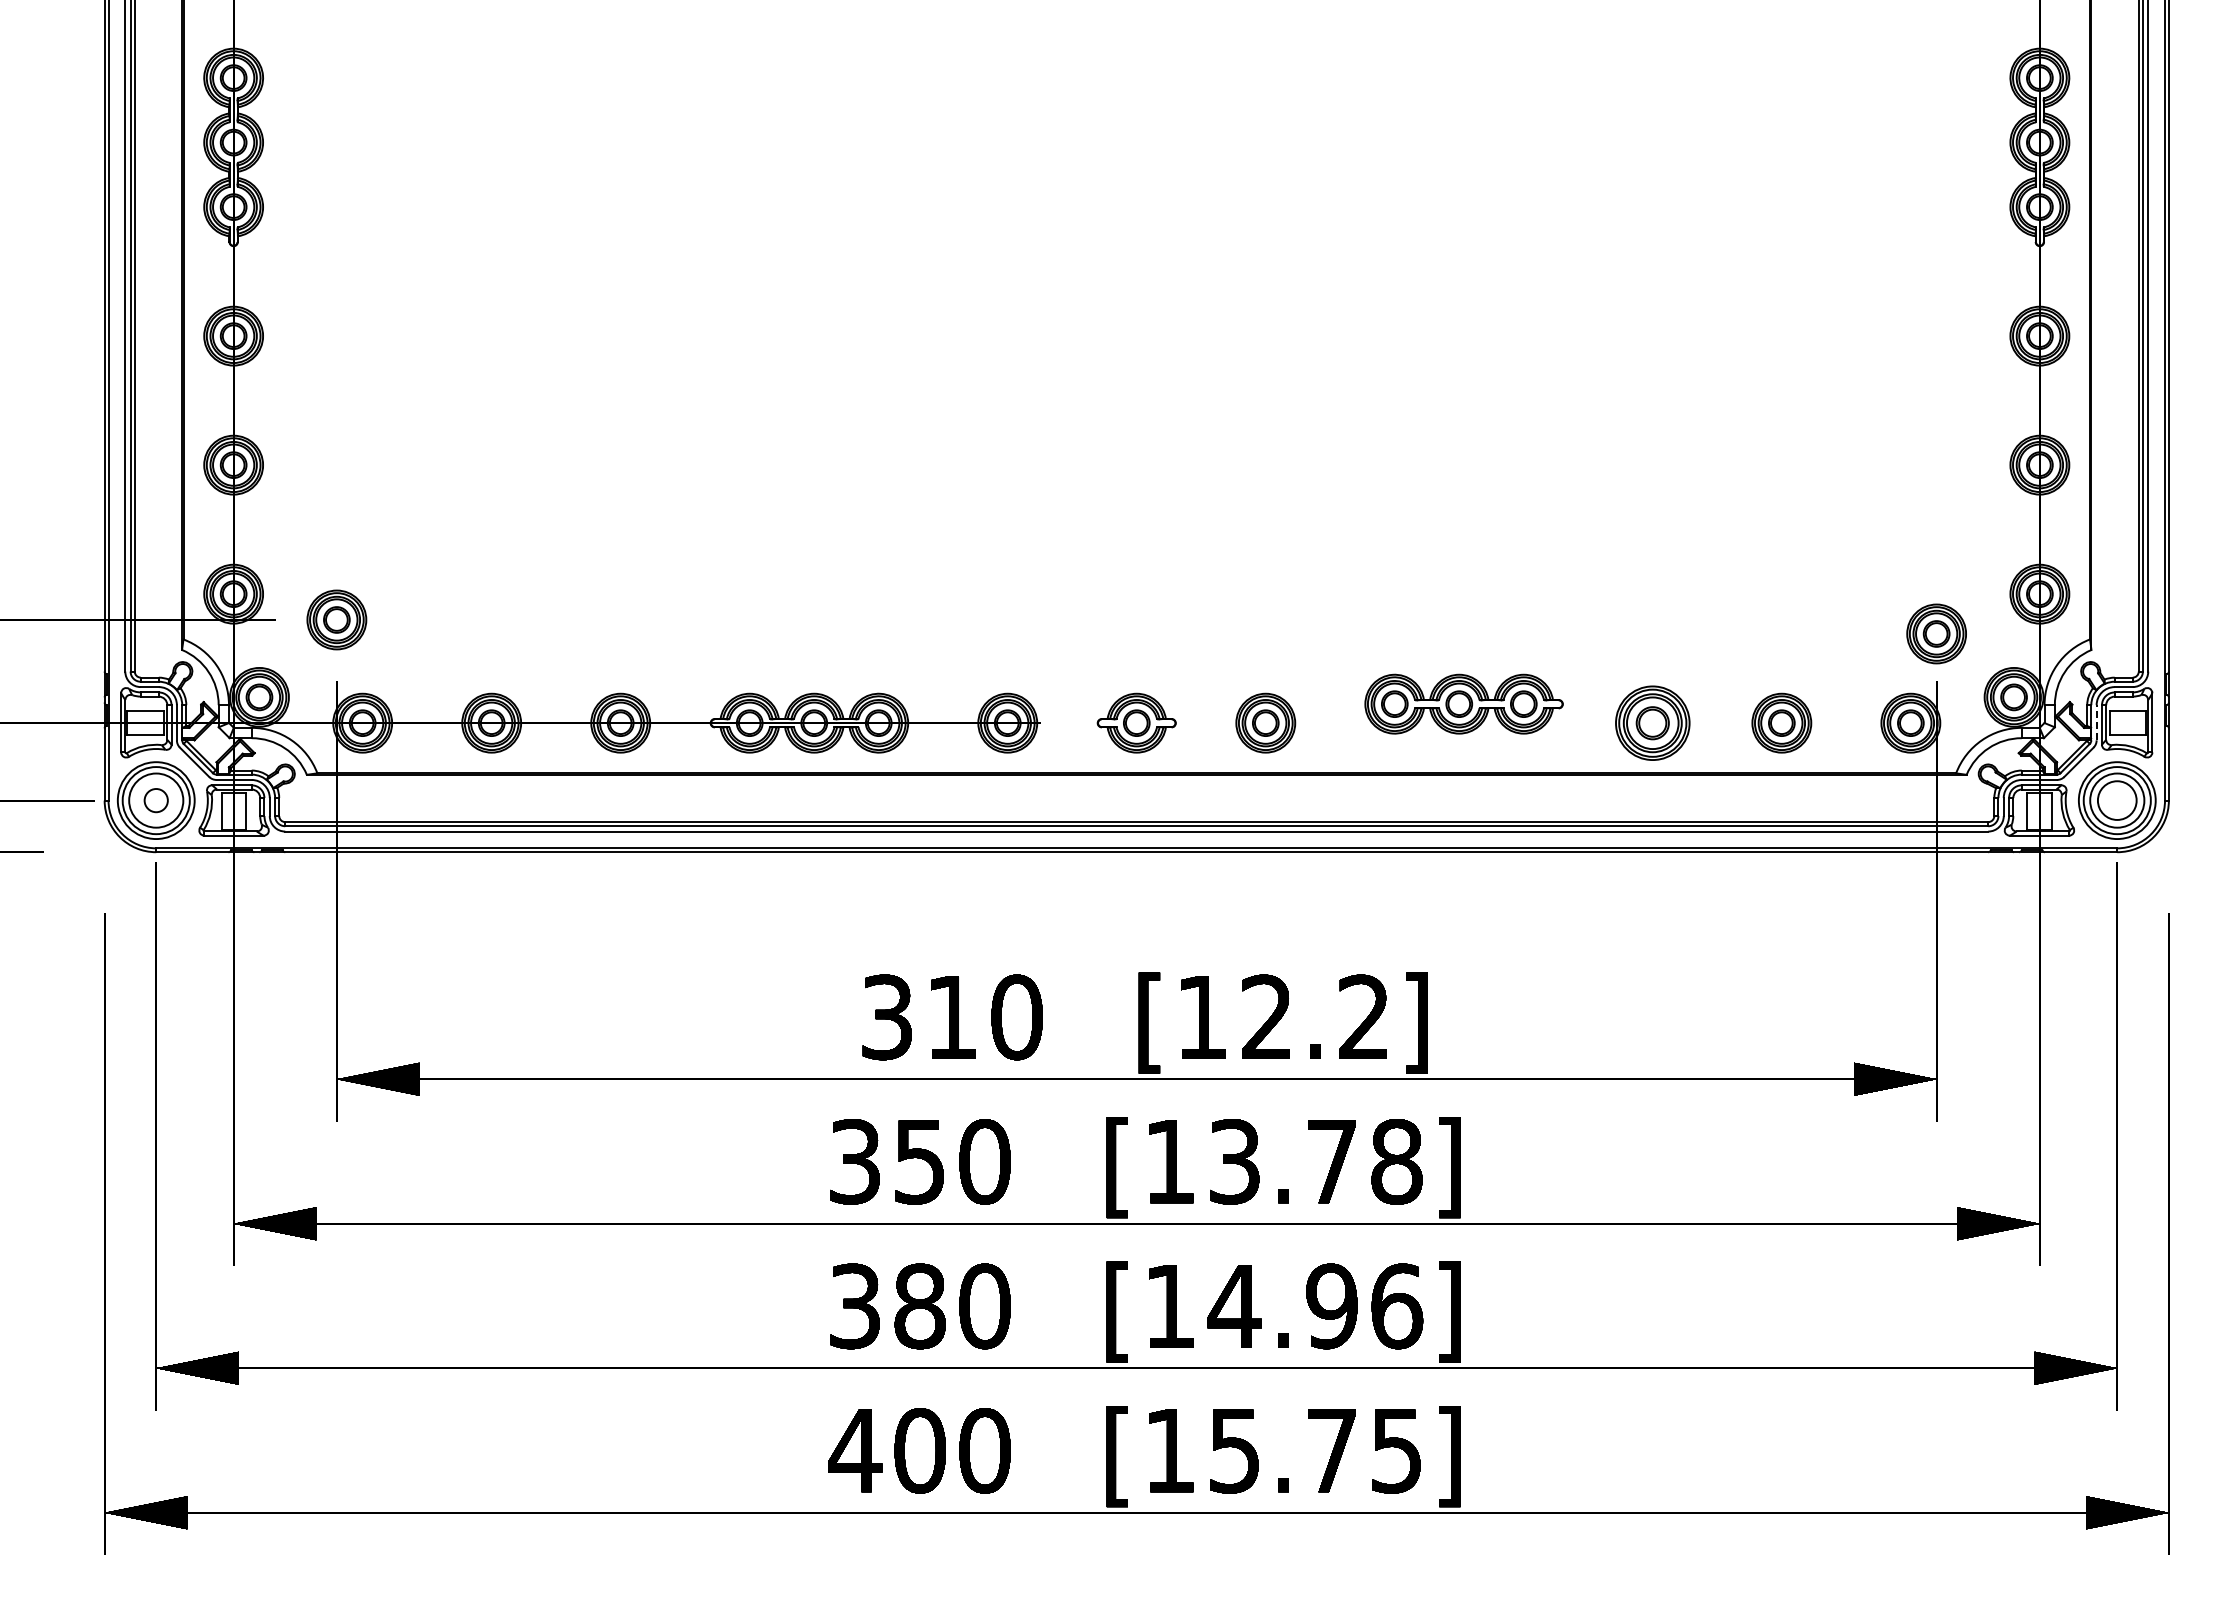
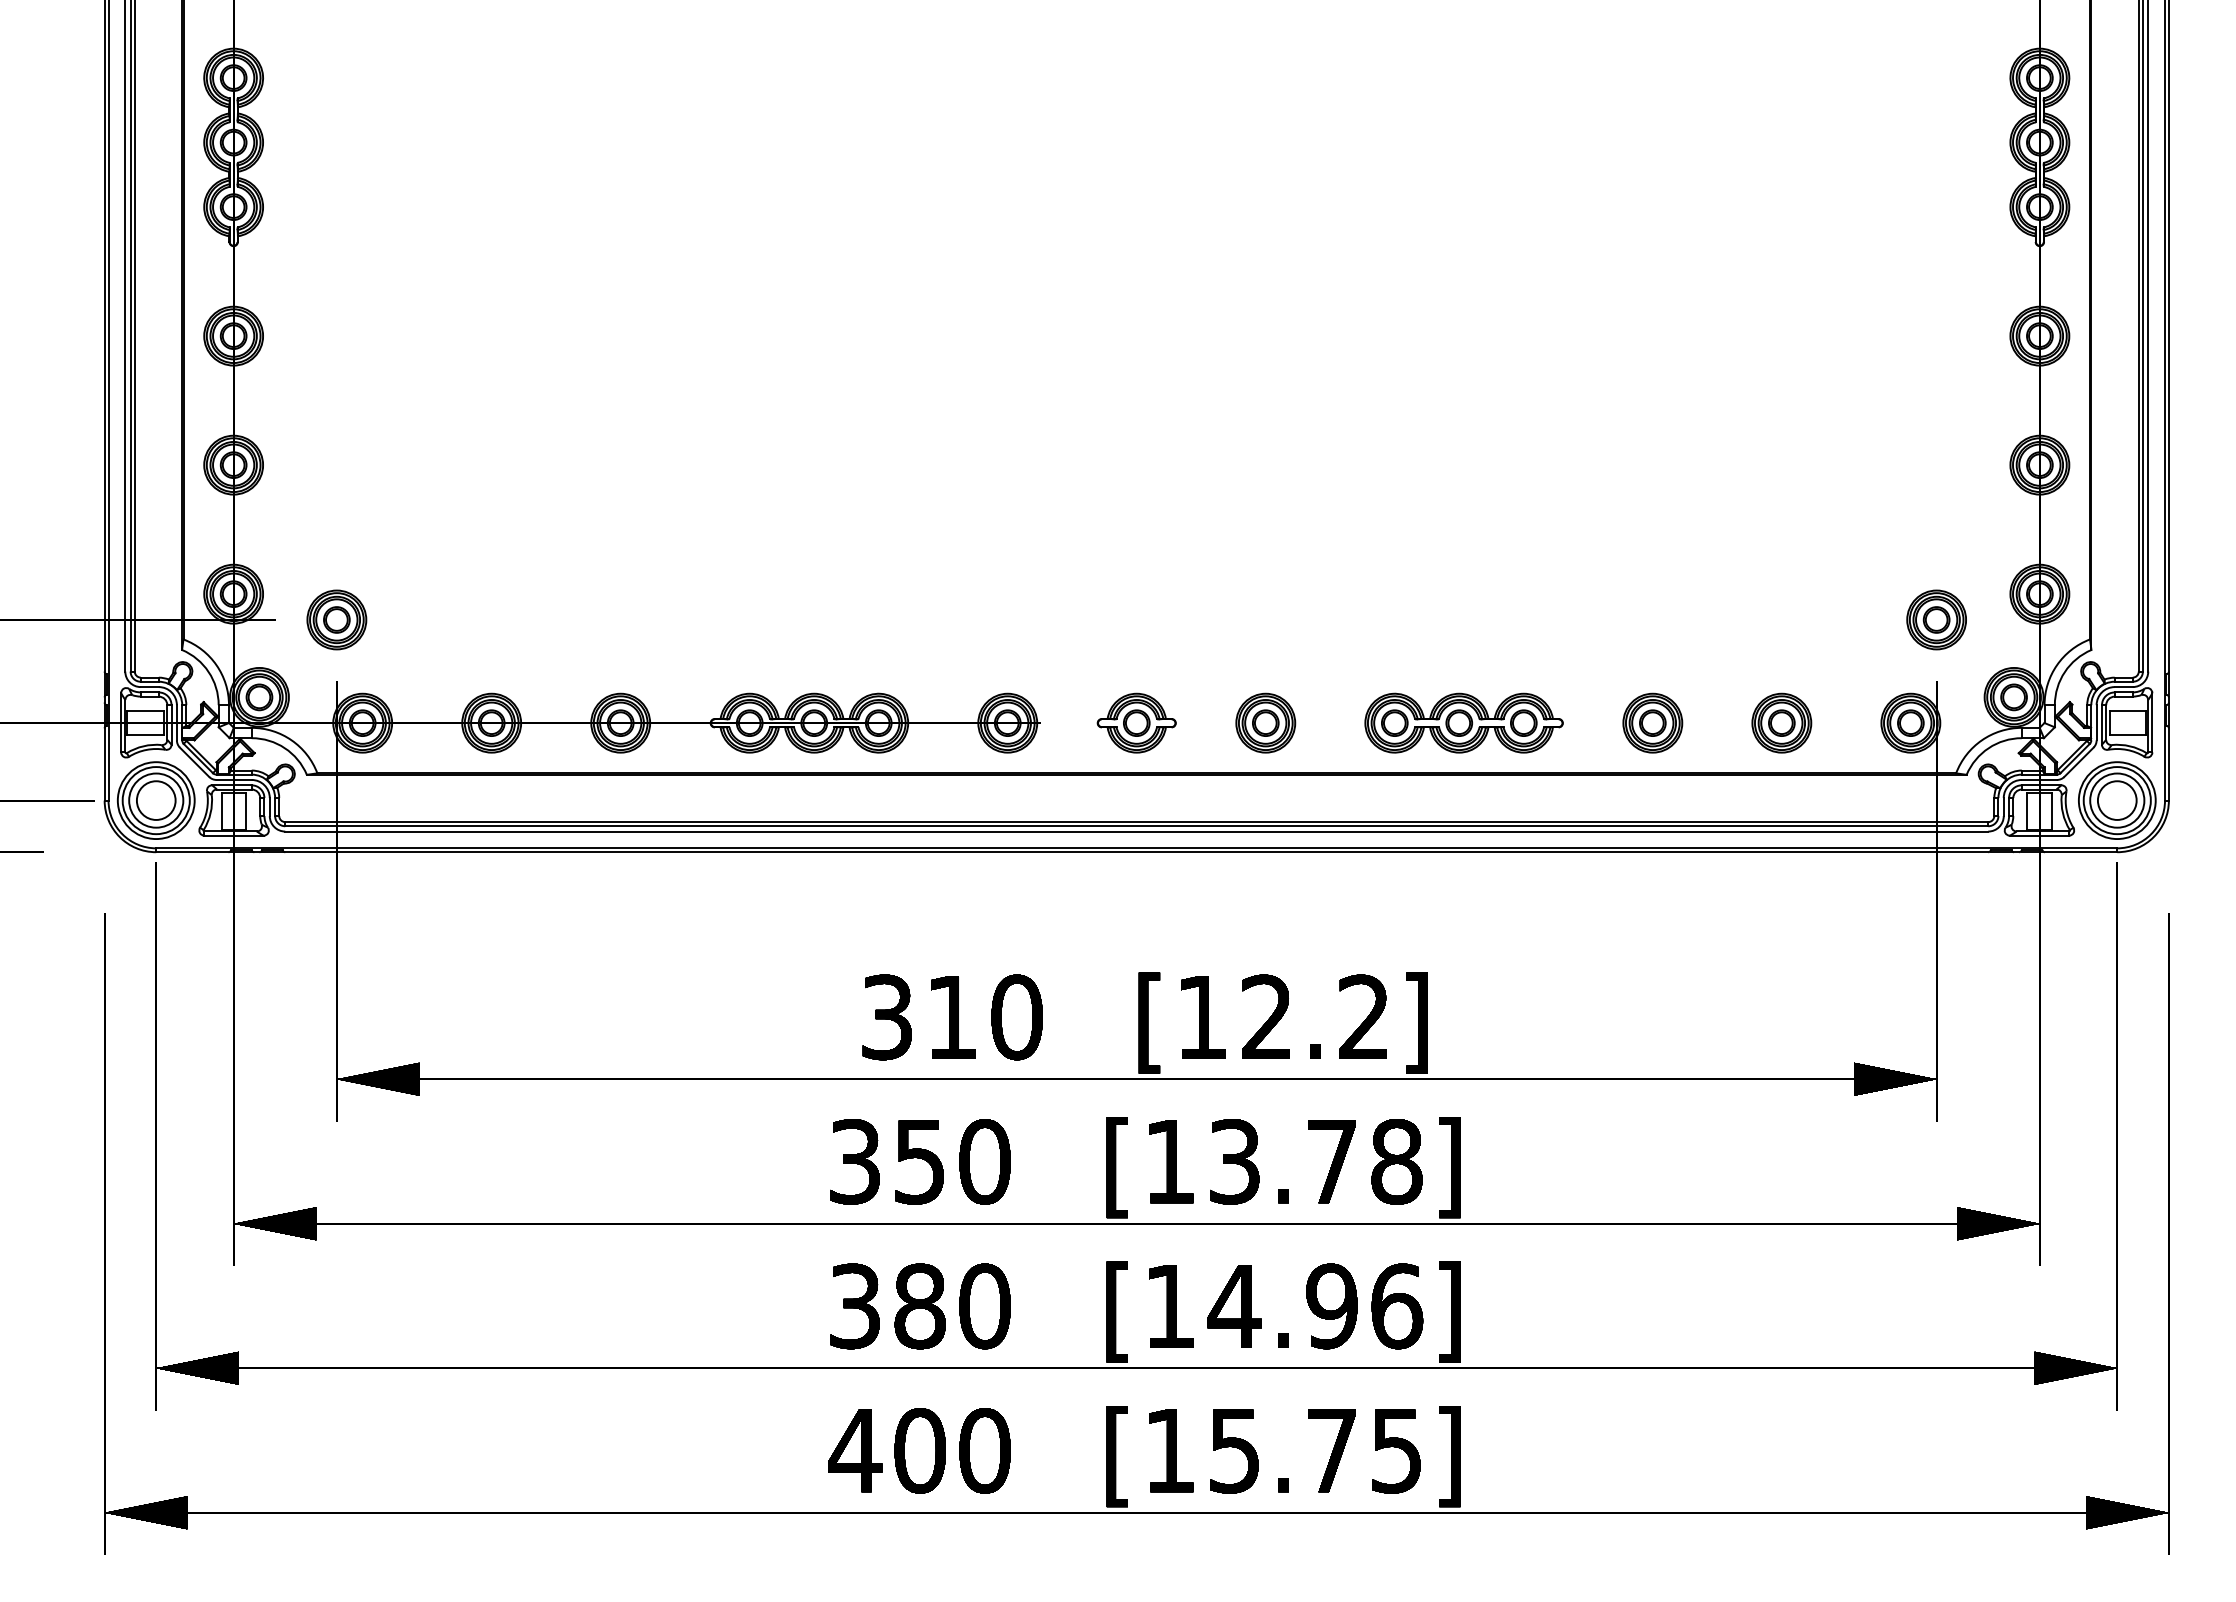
part at (1936, 633) position: (1936, 633) -> (1936, 619)
part at (1463, 703) position: (1463, 703) -> (1463, 722)
part at (1652, 722) size: 76x76 px -> 62x62 px
line at (2096, 722): dashed -> solid
circle at (155, 800) diameter: 23 px -> 39 px
